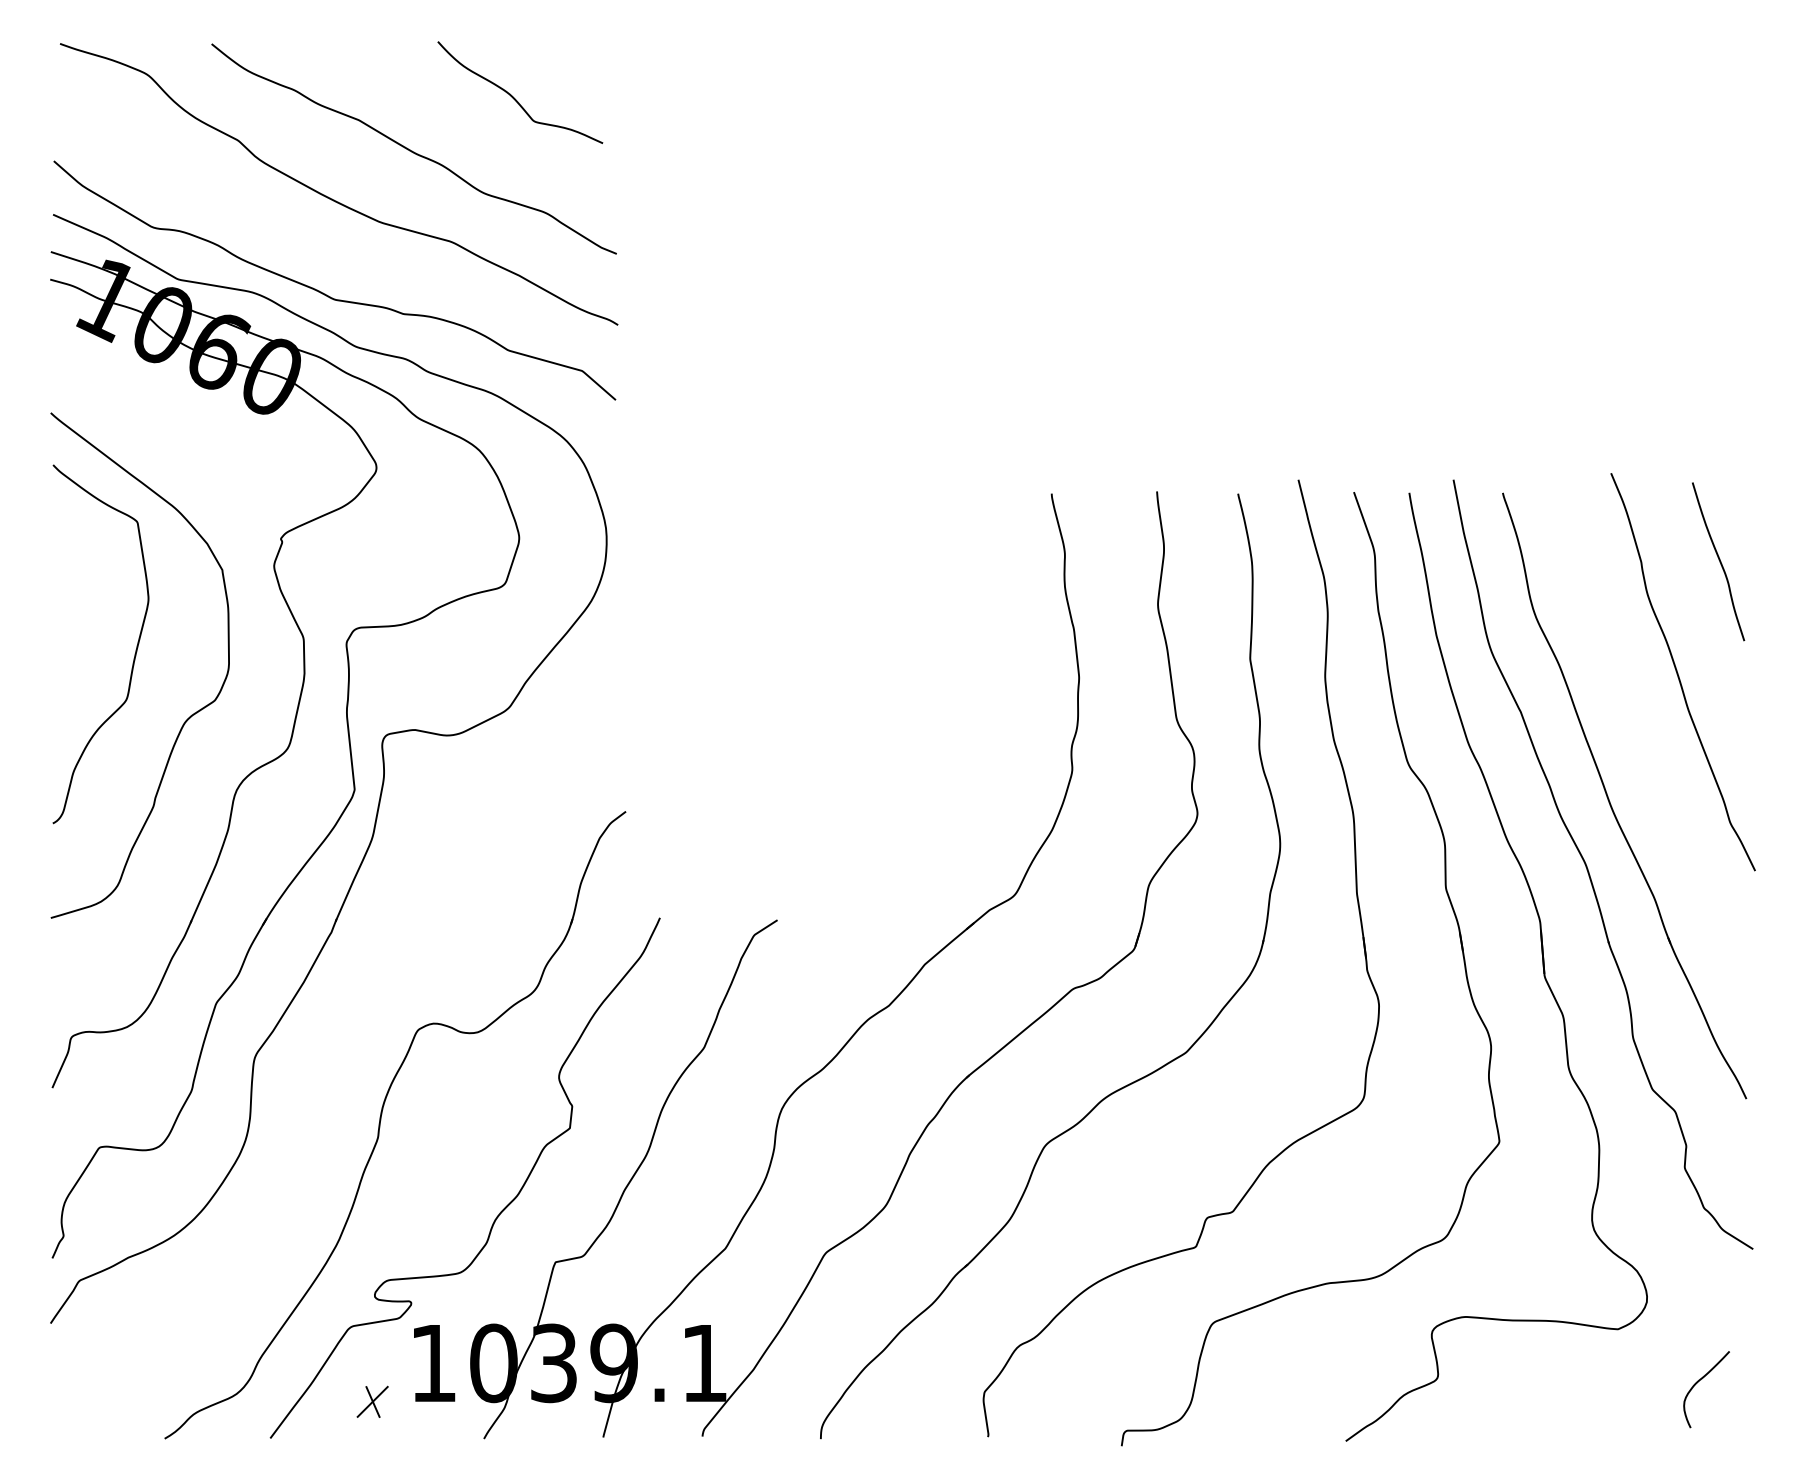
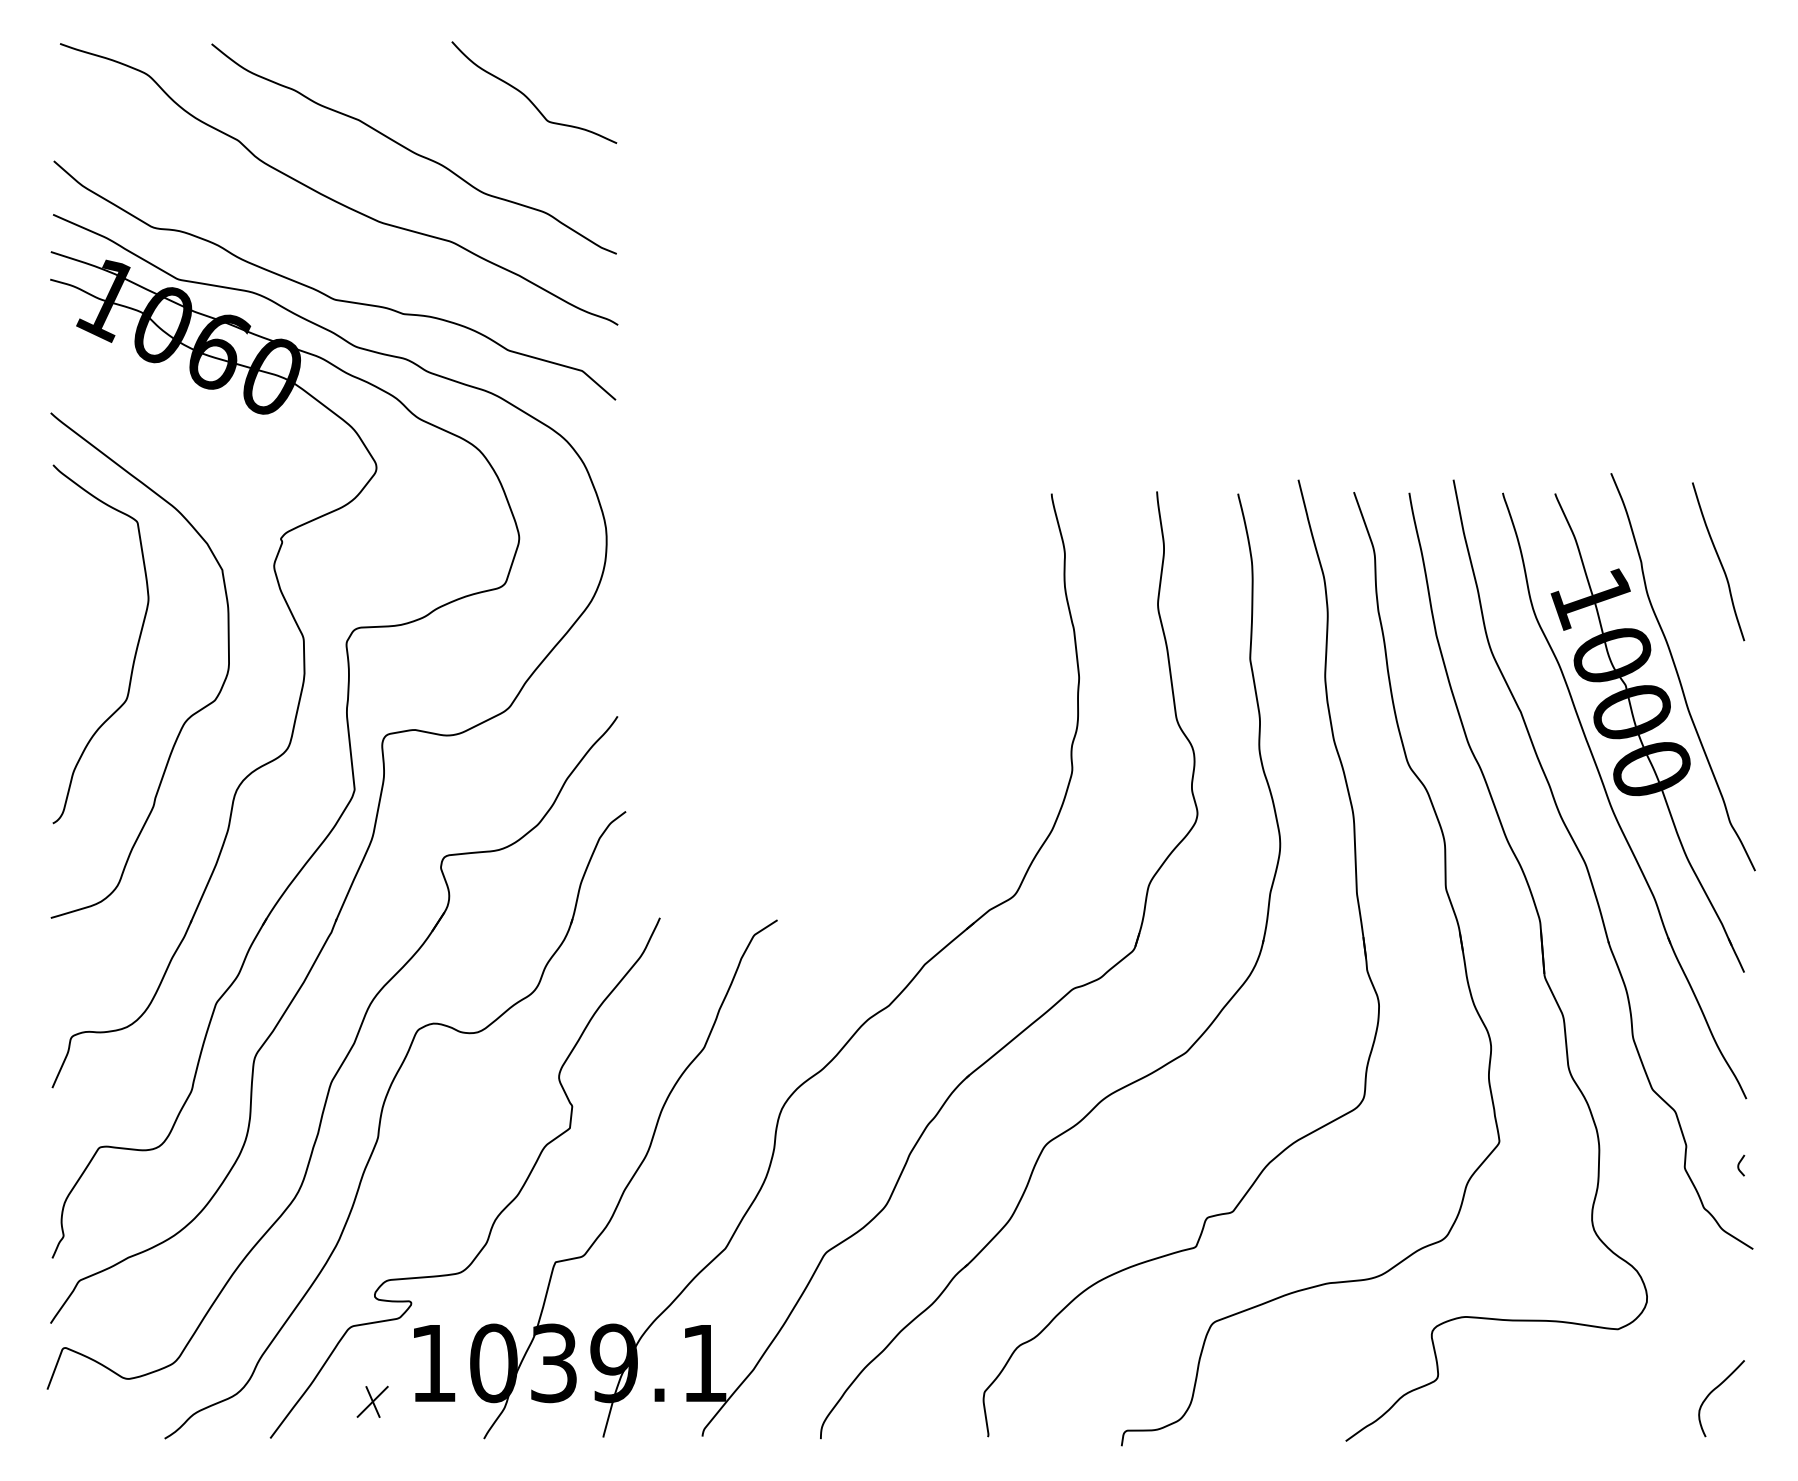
curve at (514, 97) position: (514, 97) -> (528, 97)
part at (1647, 732): none -> present
part at (343, 1059): none -> present
curve at (1739, 1165): none -> present
curve at (1699, 1381) position: (1699, 1381) -> (1714, 1390)
